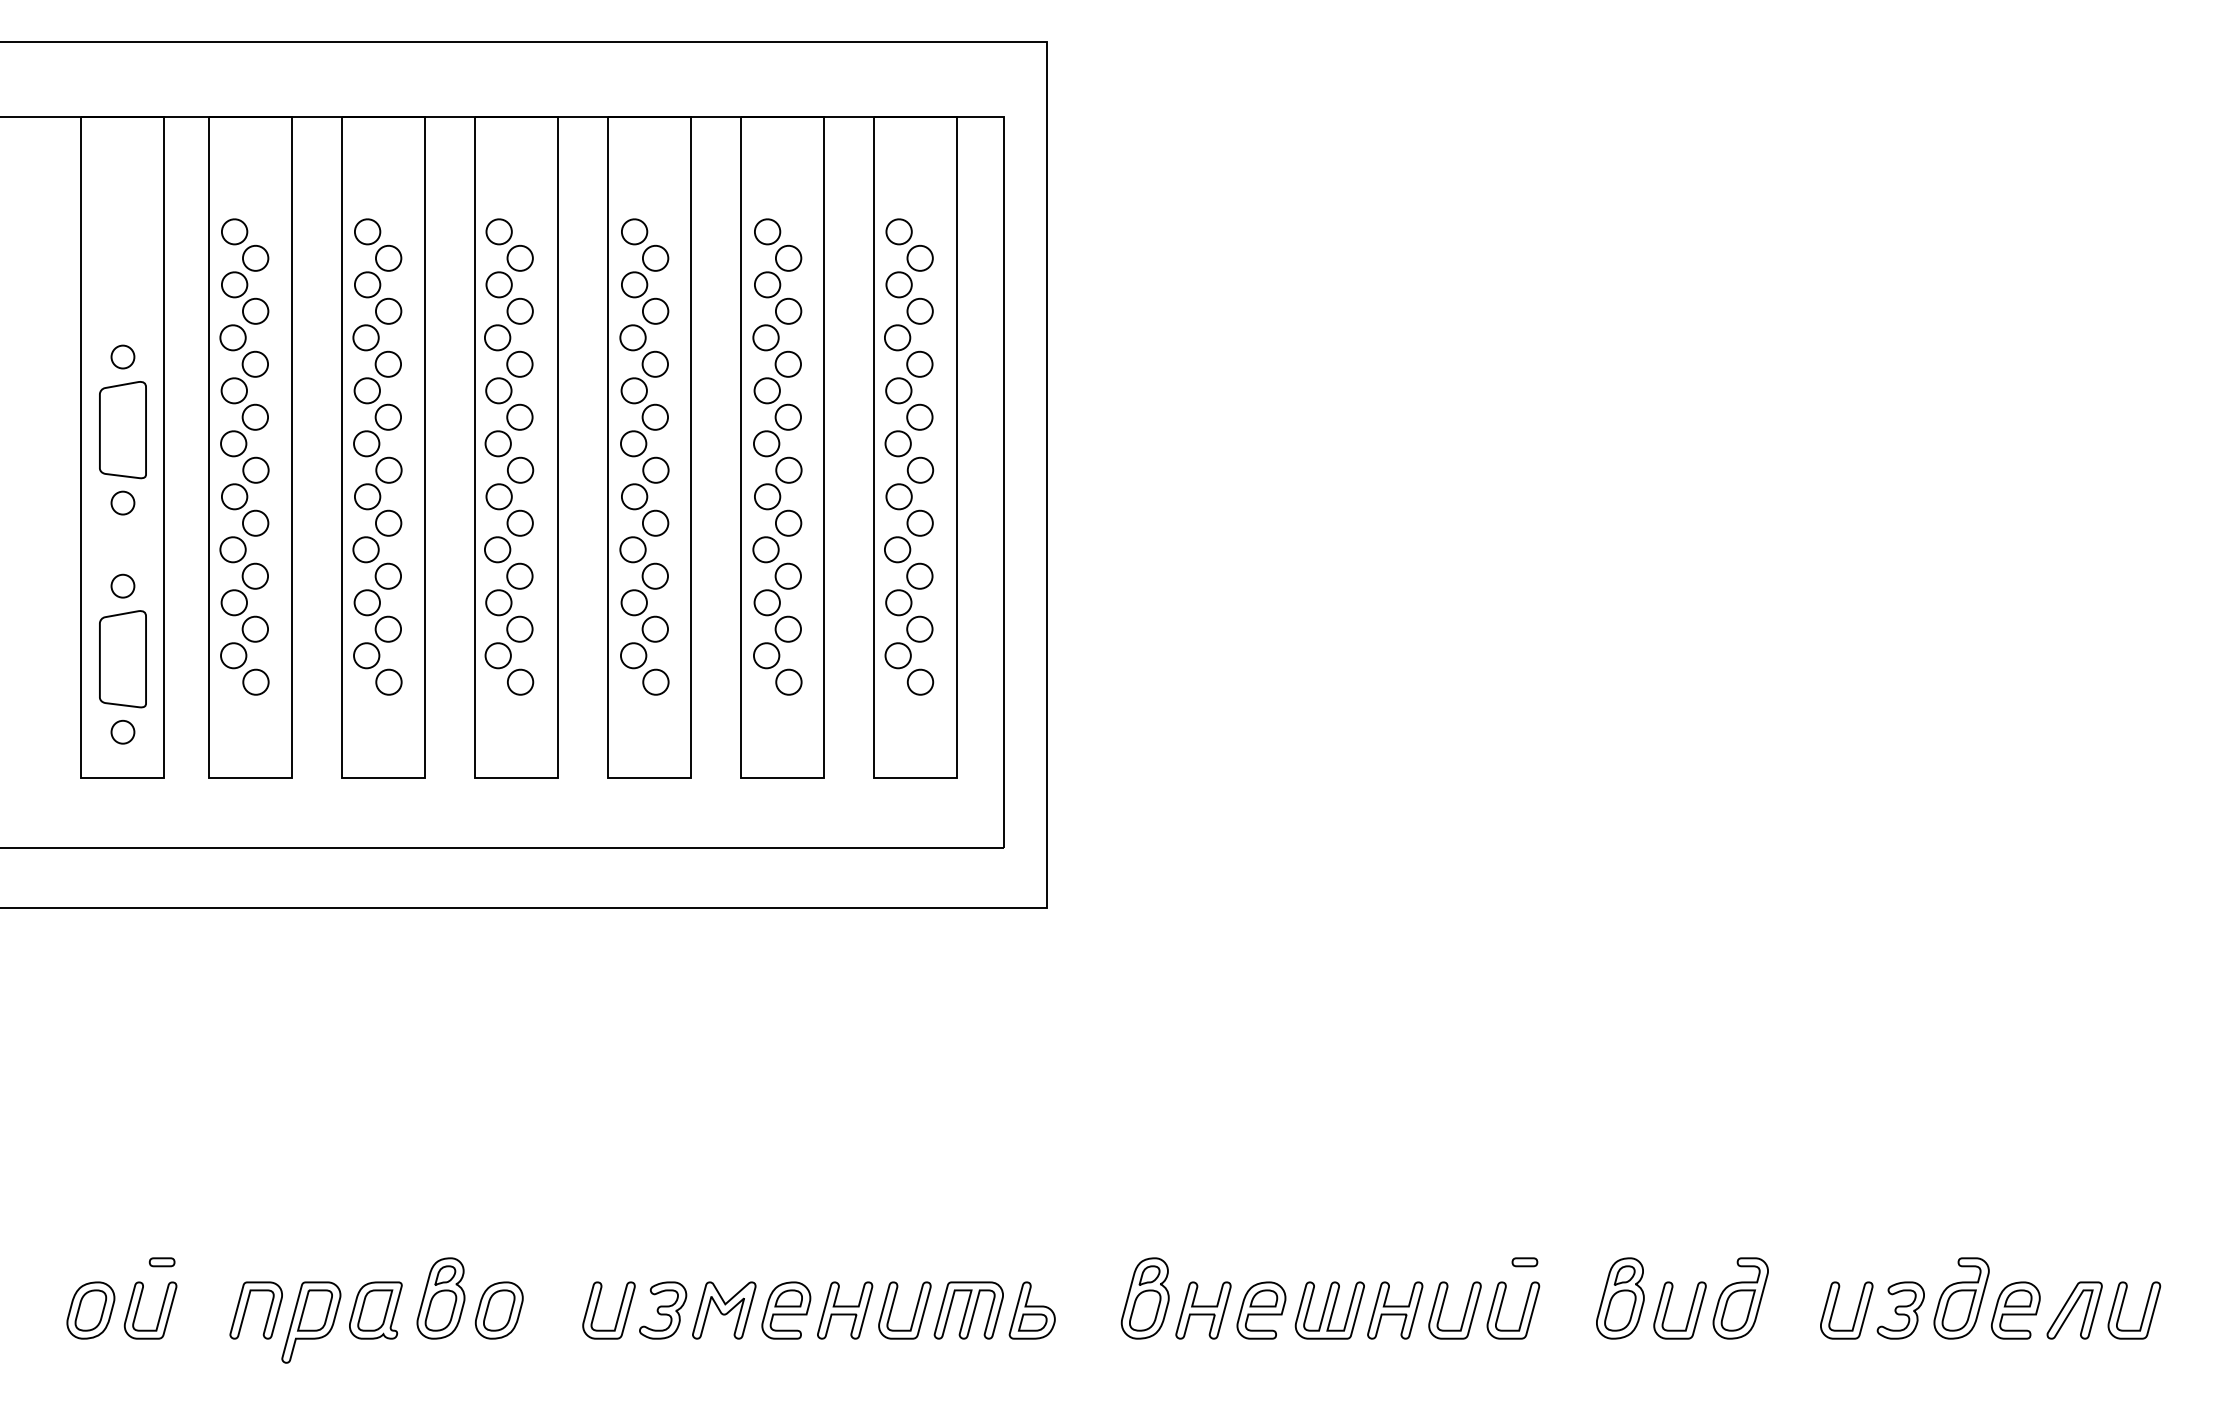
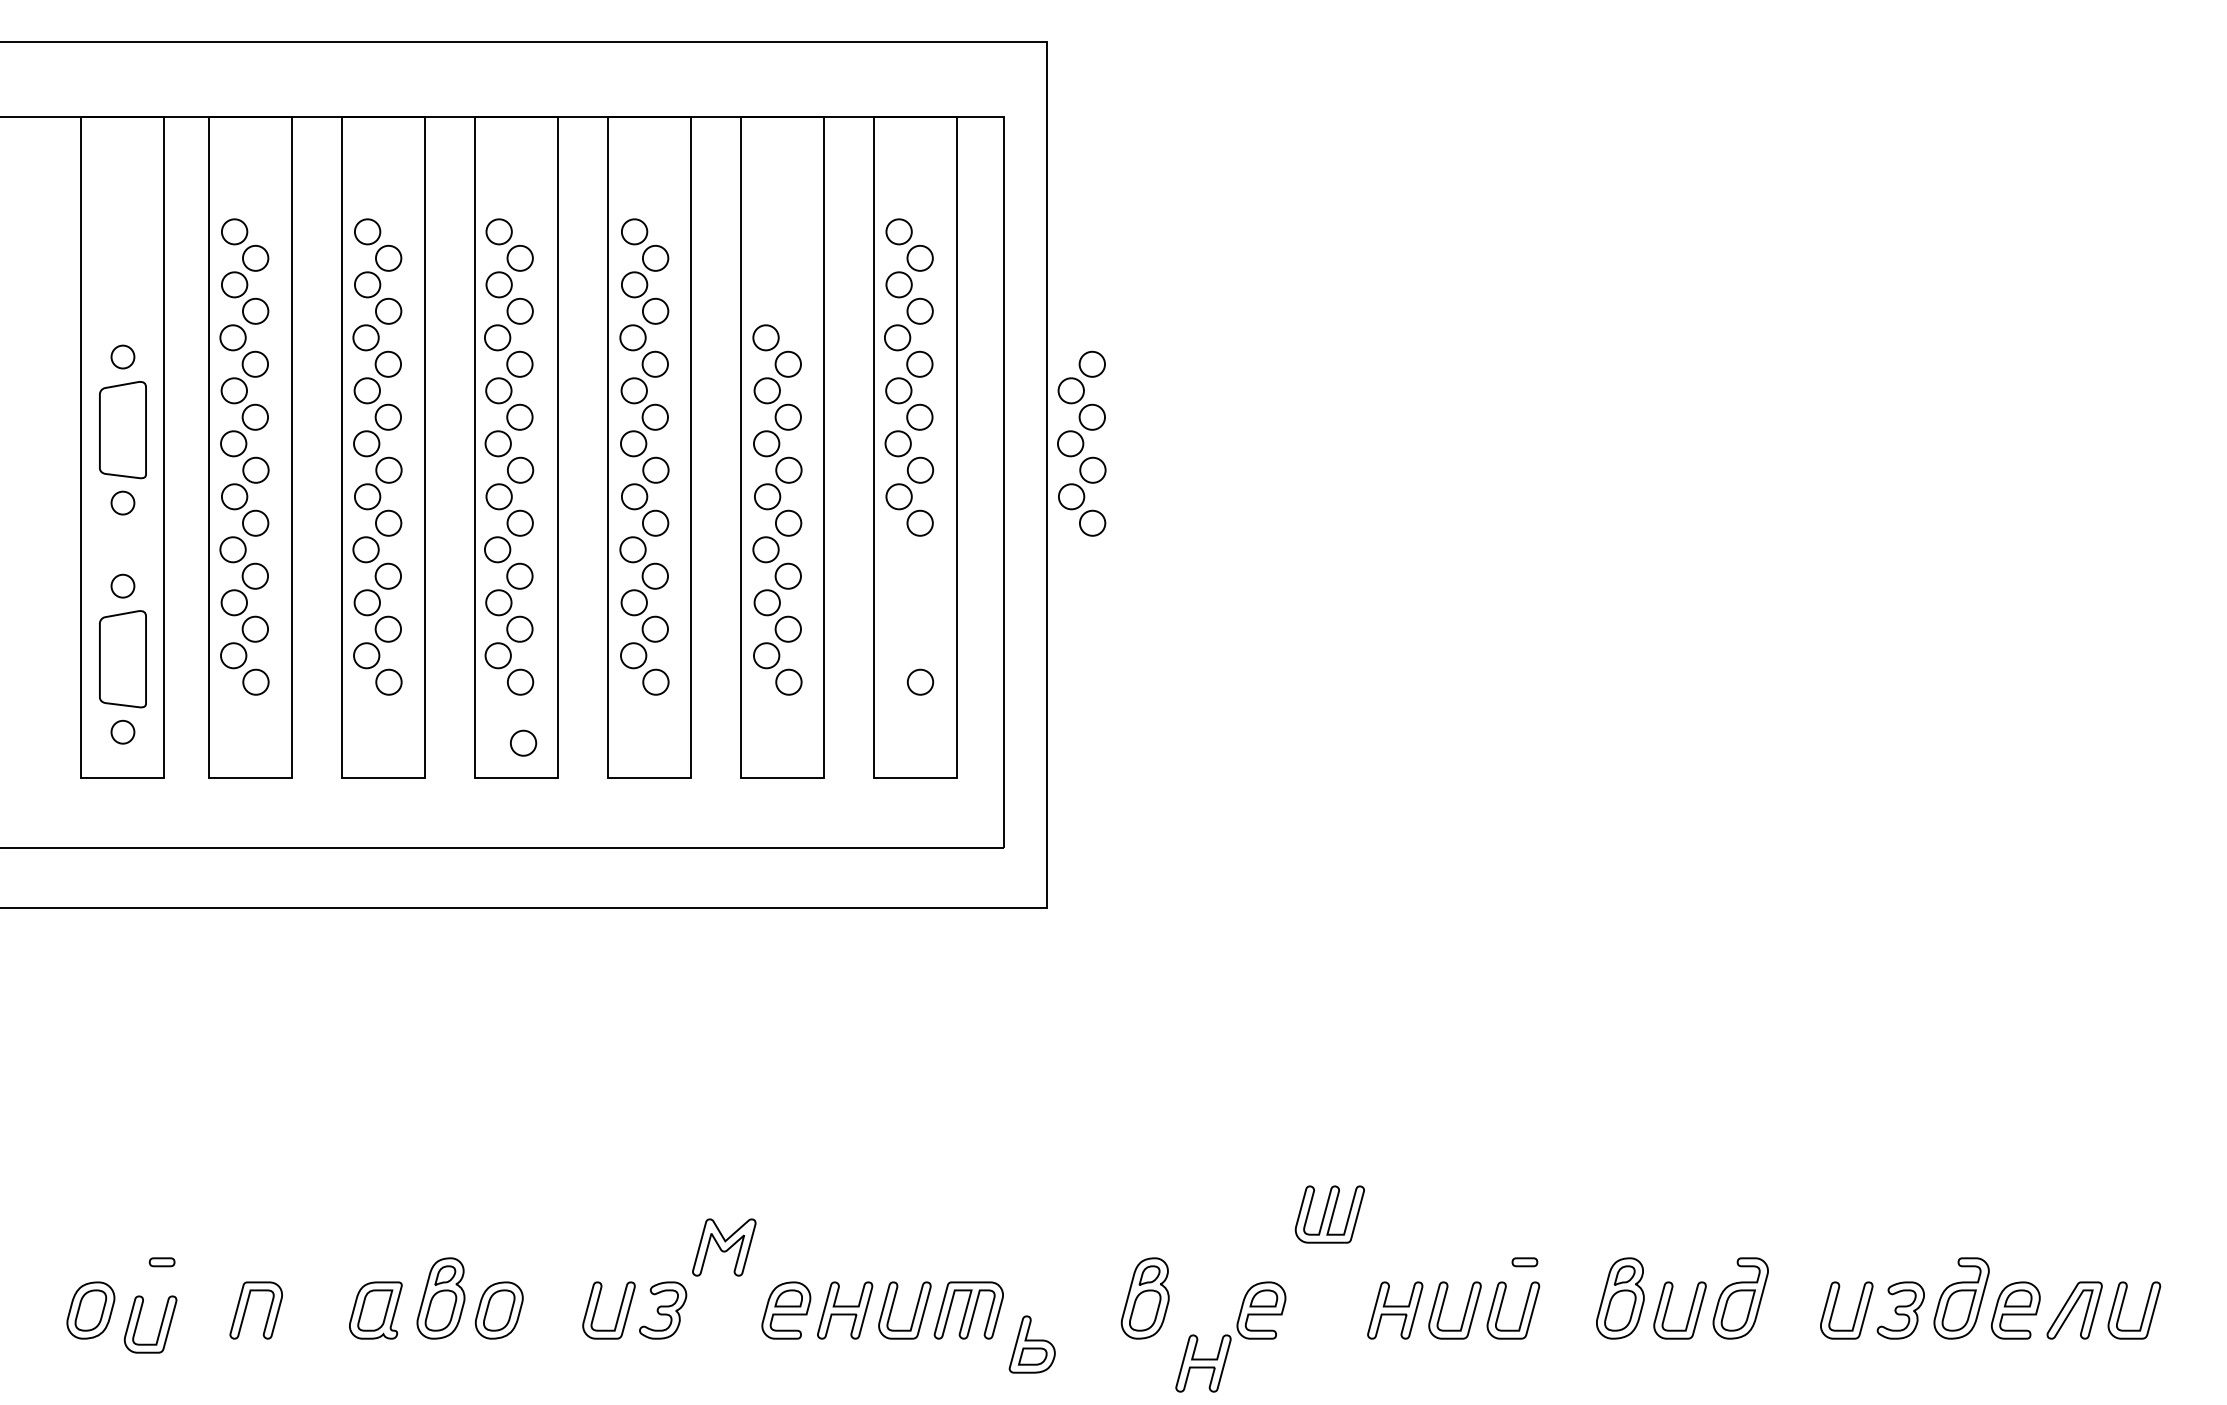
part at (778, 271): present -> none
part at (1081, 443): none -> present
part at (908, 602): present -> none
part at (523, 742): none -> present
part at (724, 1310) position: (724, 1310) -> (724, 1247)
part at (1031, 1310) position: (1031, 1310) -> (1031, 1344)
part at (1203, 1310) position: (1203, 1310) -> (1203, 1363)
part at (1329, 1310) position: (1329, 1310) -> (1329, 1214)
part at (159, 1314) position: (159, 1314) -> (159, 1328)
part at (311, 1322): present -> none
